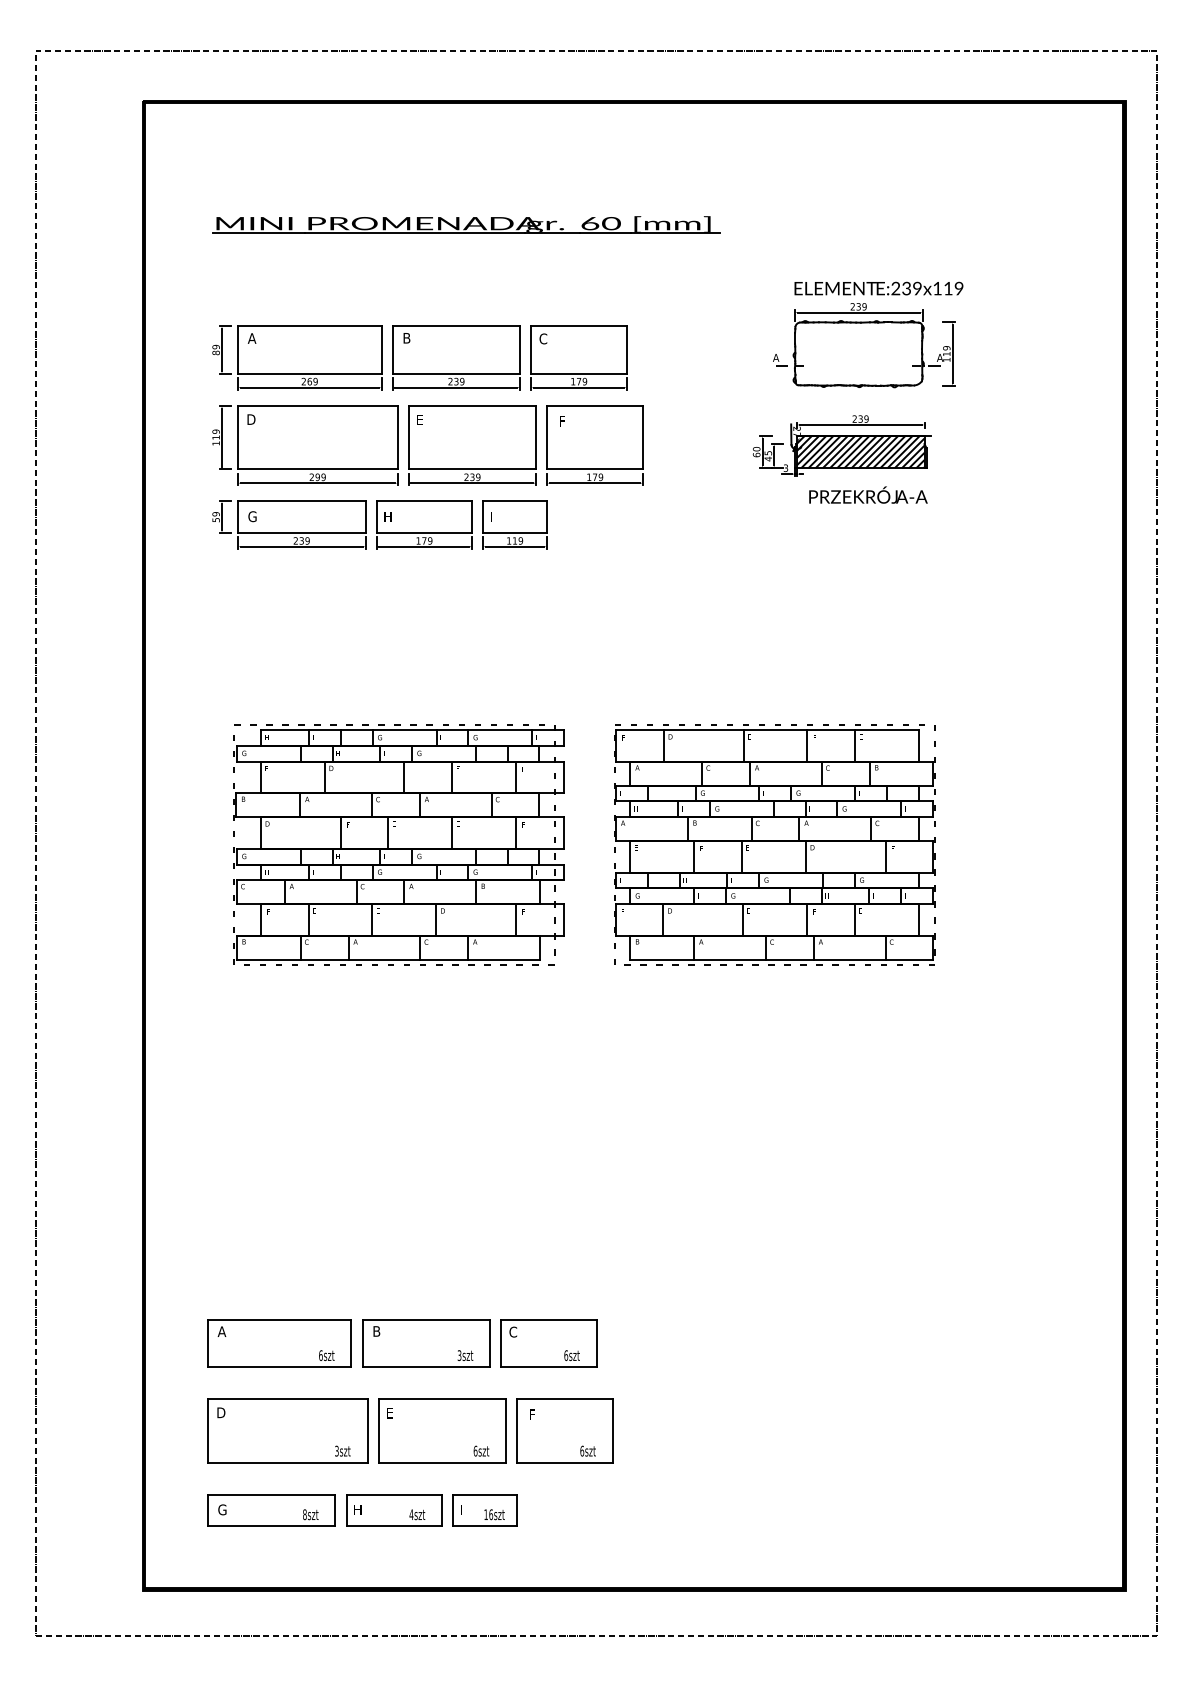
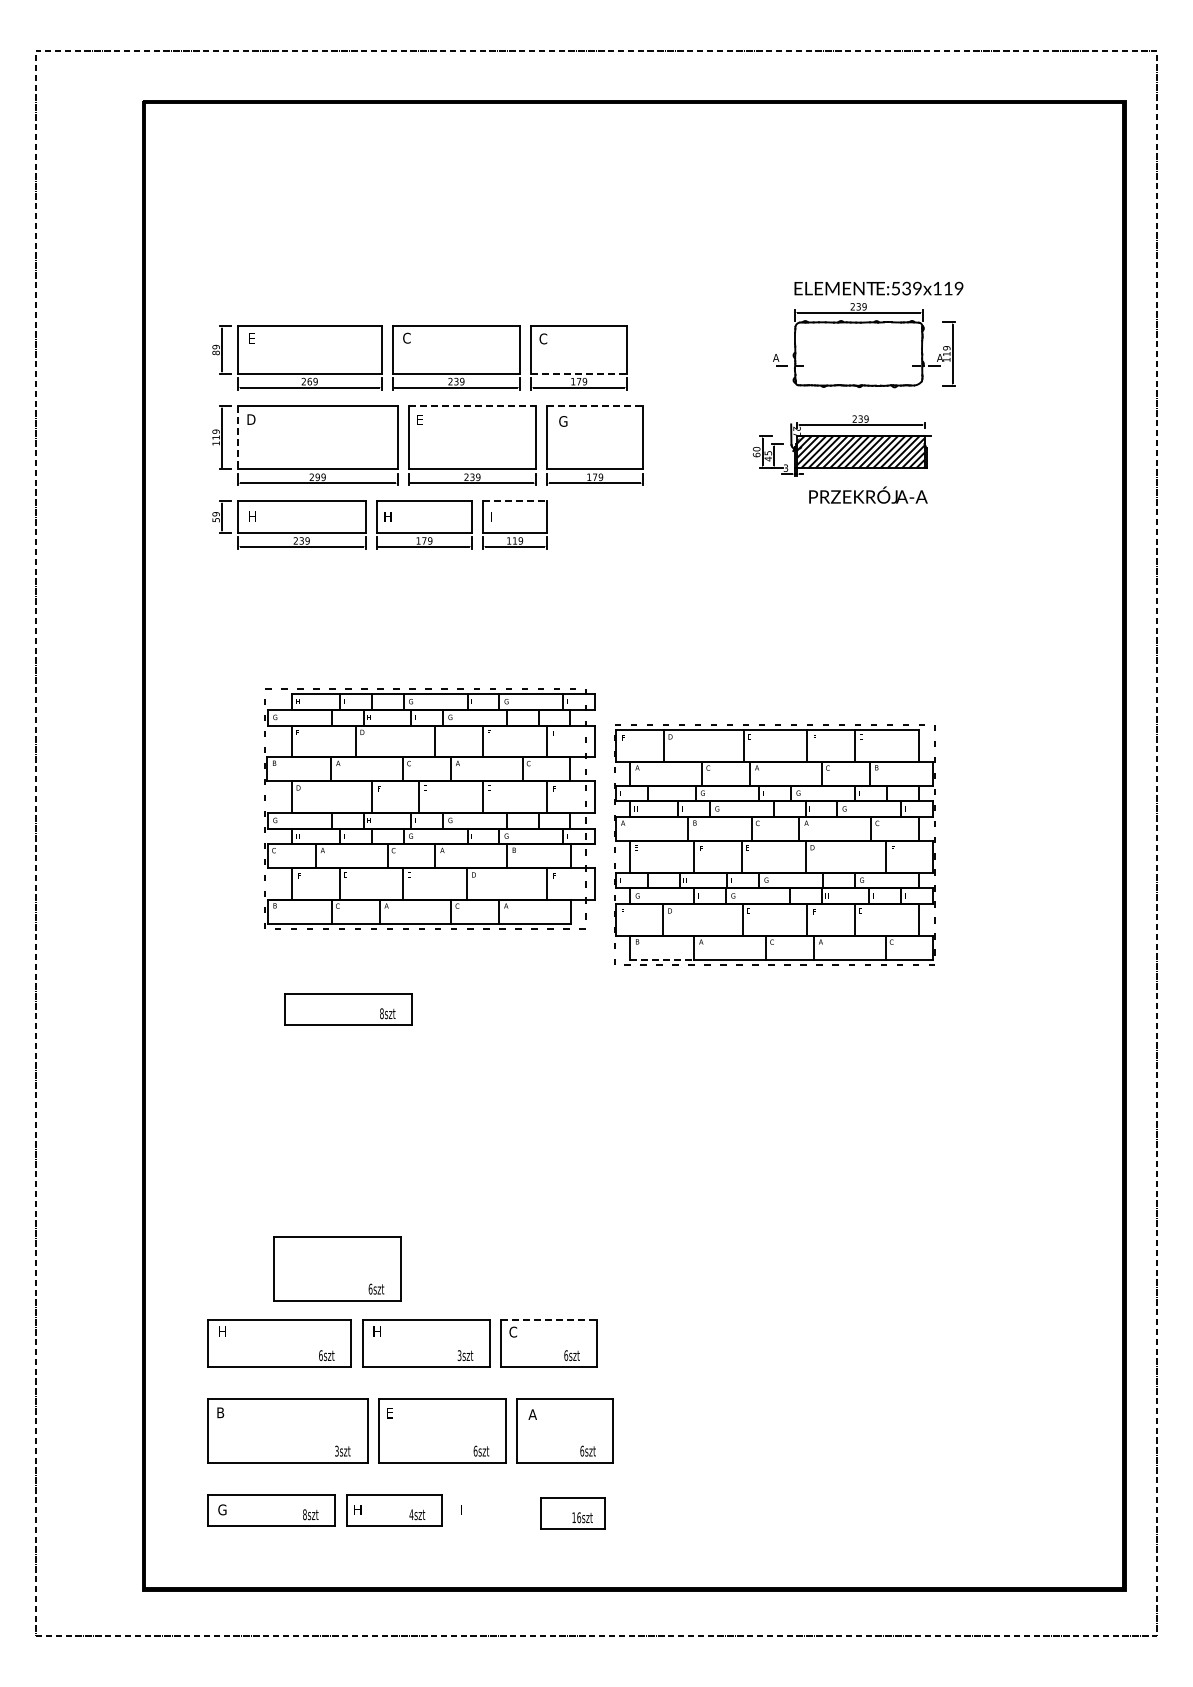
part at (466, 224): present -> none
text at (895, 288): E:239x119 -> E:539x119
text at (406, 337): B -> C
text at (251, 338): A -> E
line at (579, 373): solid -> dashed
line at (472, 405): solid -> dashed
line at (595, 405): solid -> dashed
text at (563, 421): F -> G
line at (237, 437): solid -> dashed
line at (515, 501): solid -> dashed
text at (252, 516): G -> H
part at (398, 844) position: (398, 844) -> (429, 808)
line at (662, 959): solid -> dashed
part at (348, 1009): none -> present
part at (337, 1268): none -> present
line at (548, 1319): solid -> dashed
text at (221, 1331): A -> H
text at (376, 1331): B -> H
text at (221, 1412): D -> B
text at (532, 1414): F -> A
part at (484, 1510) position: (484, 1510) -> (572, 1513)
